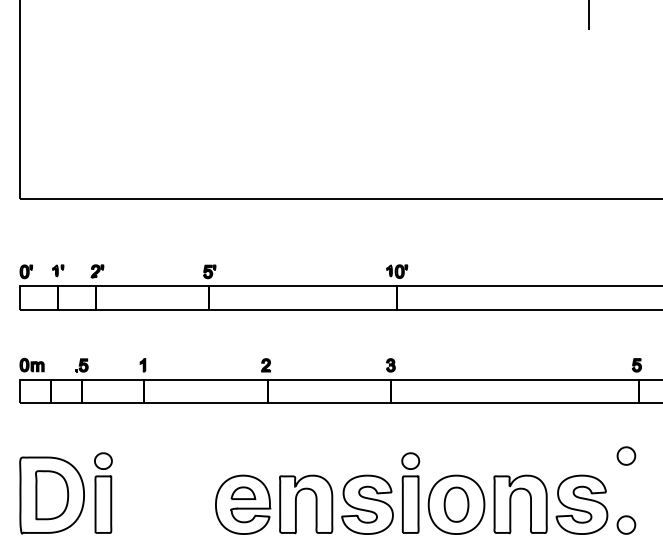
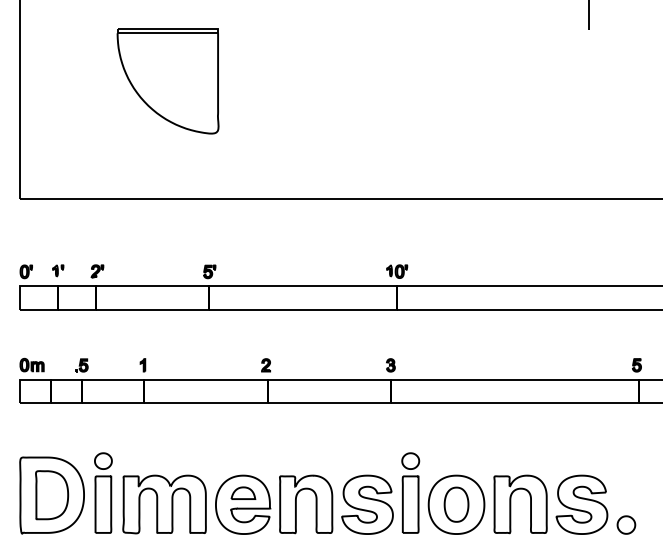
part at (167, 81): none -> present
part at (626, 455): present -> none
part at (164, 504): none -> present
